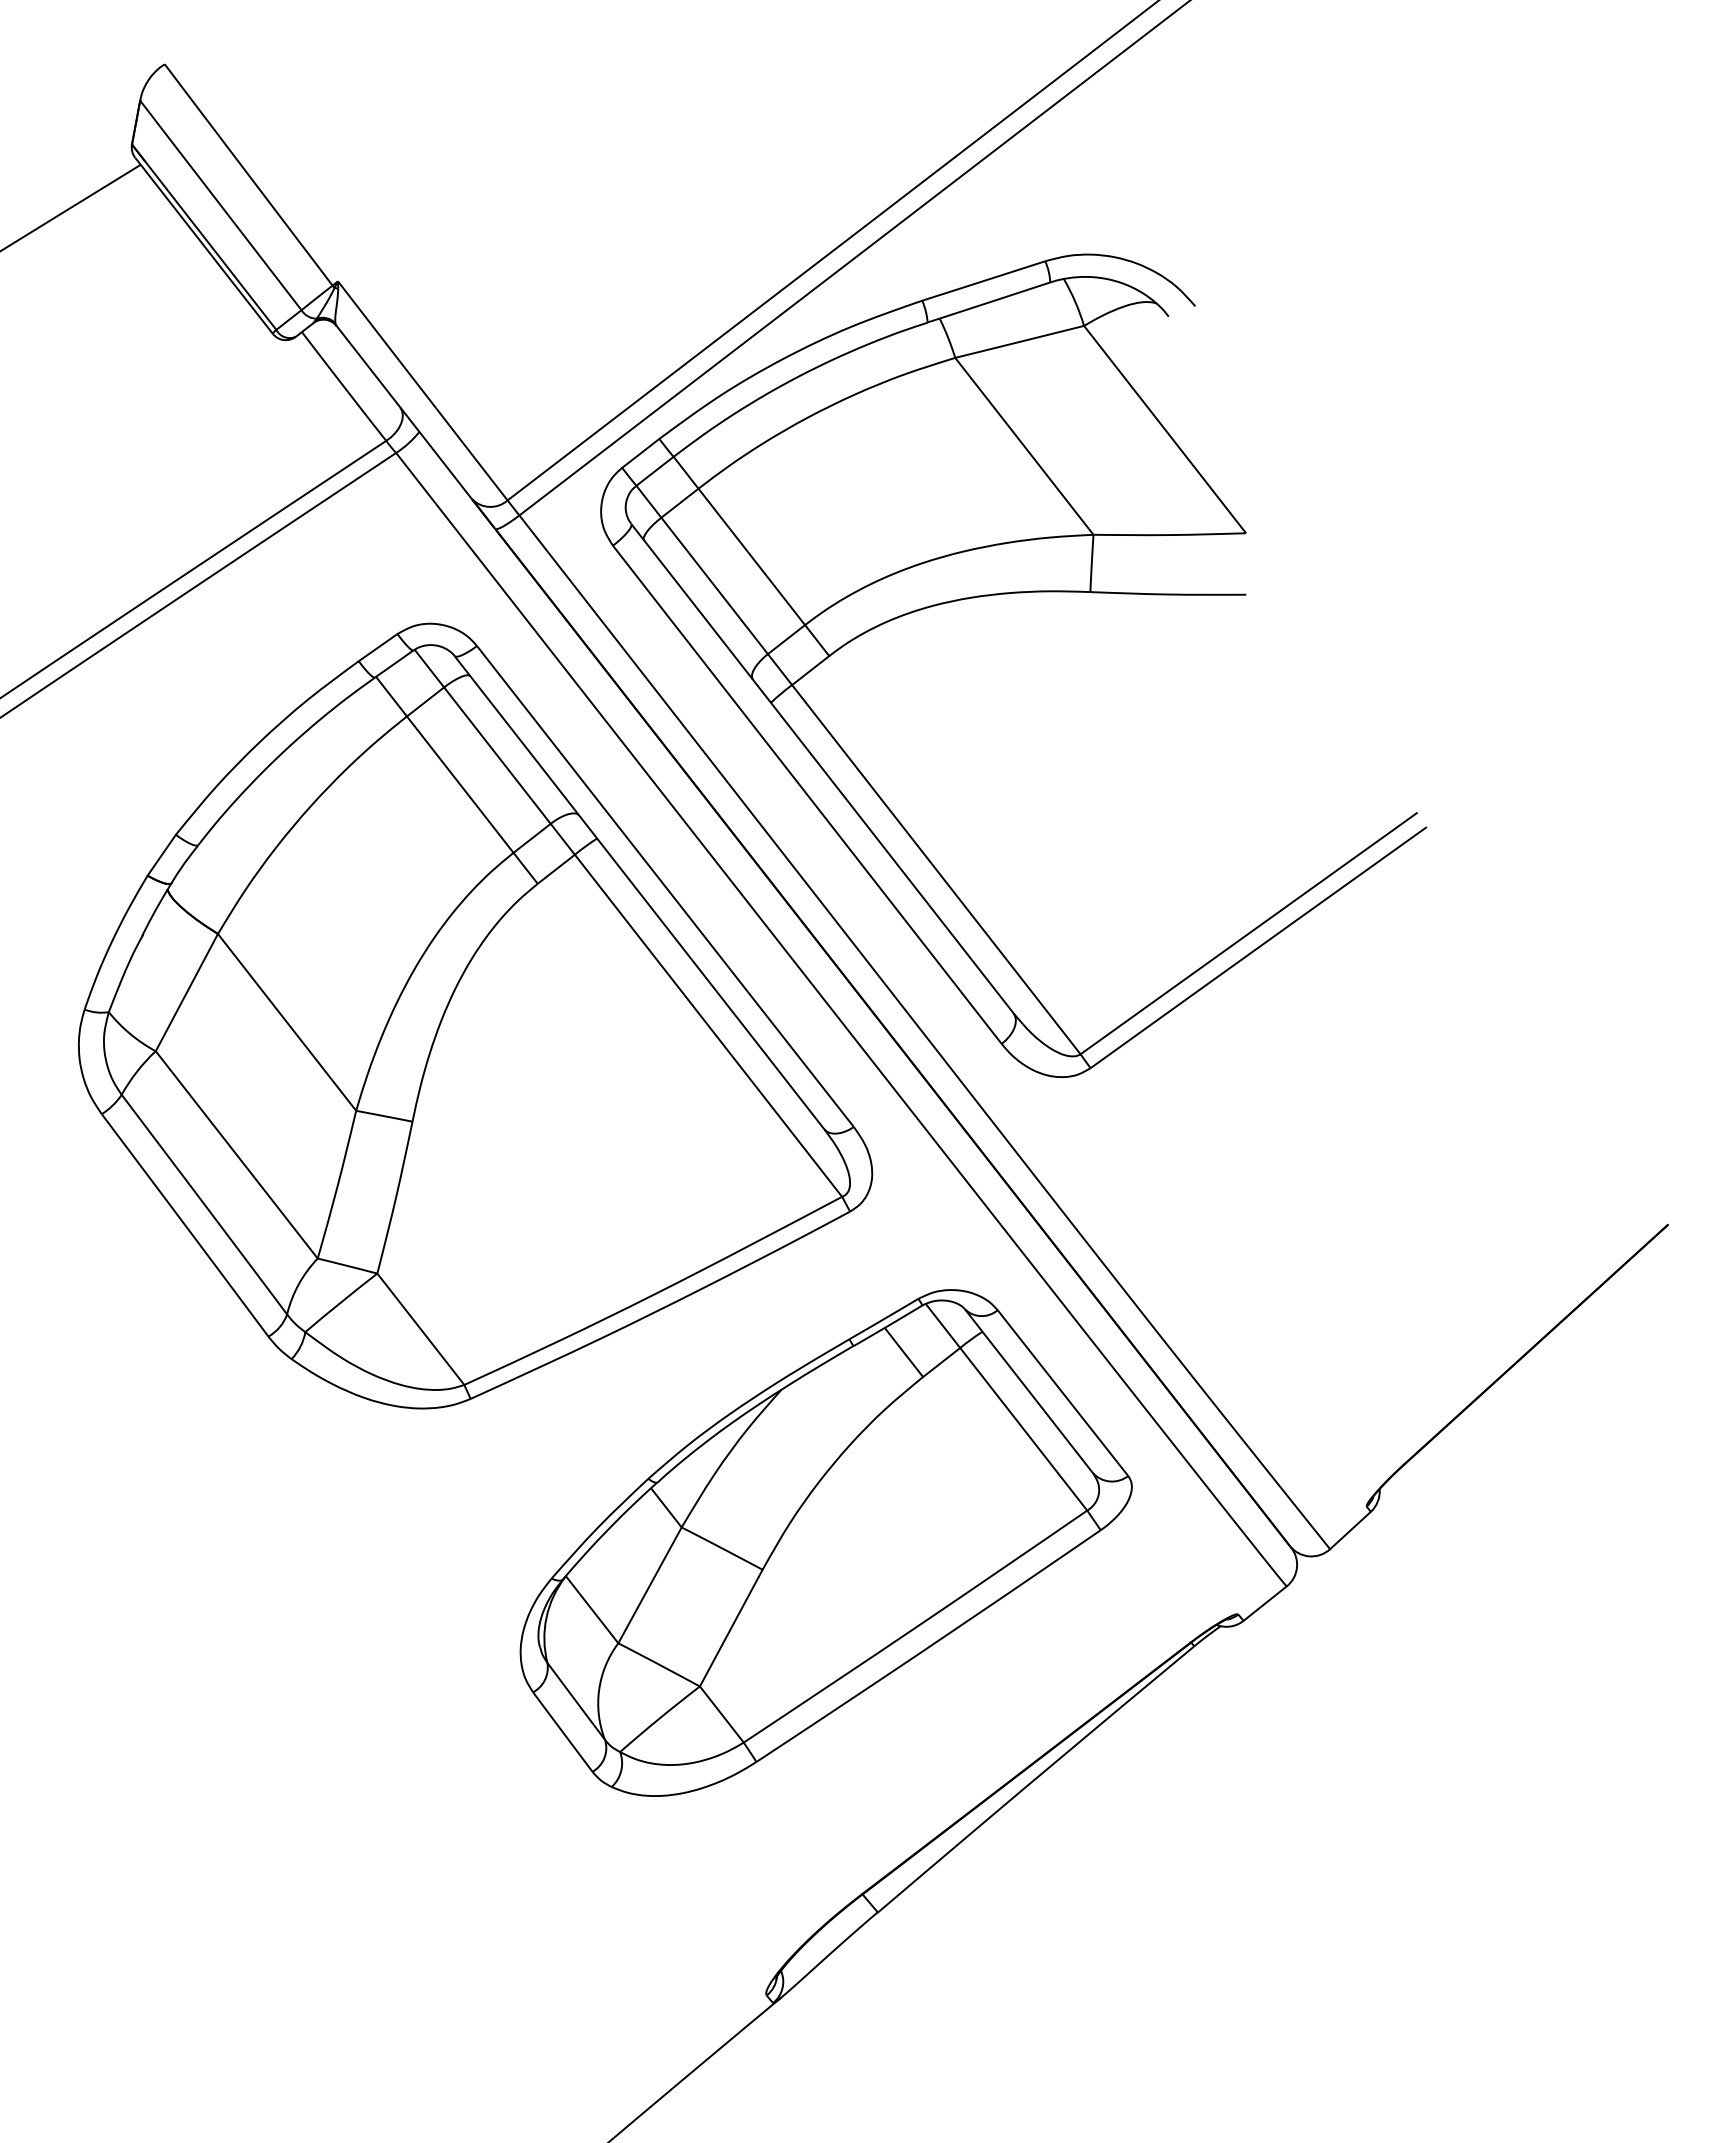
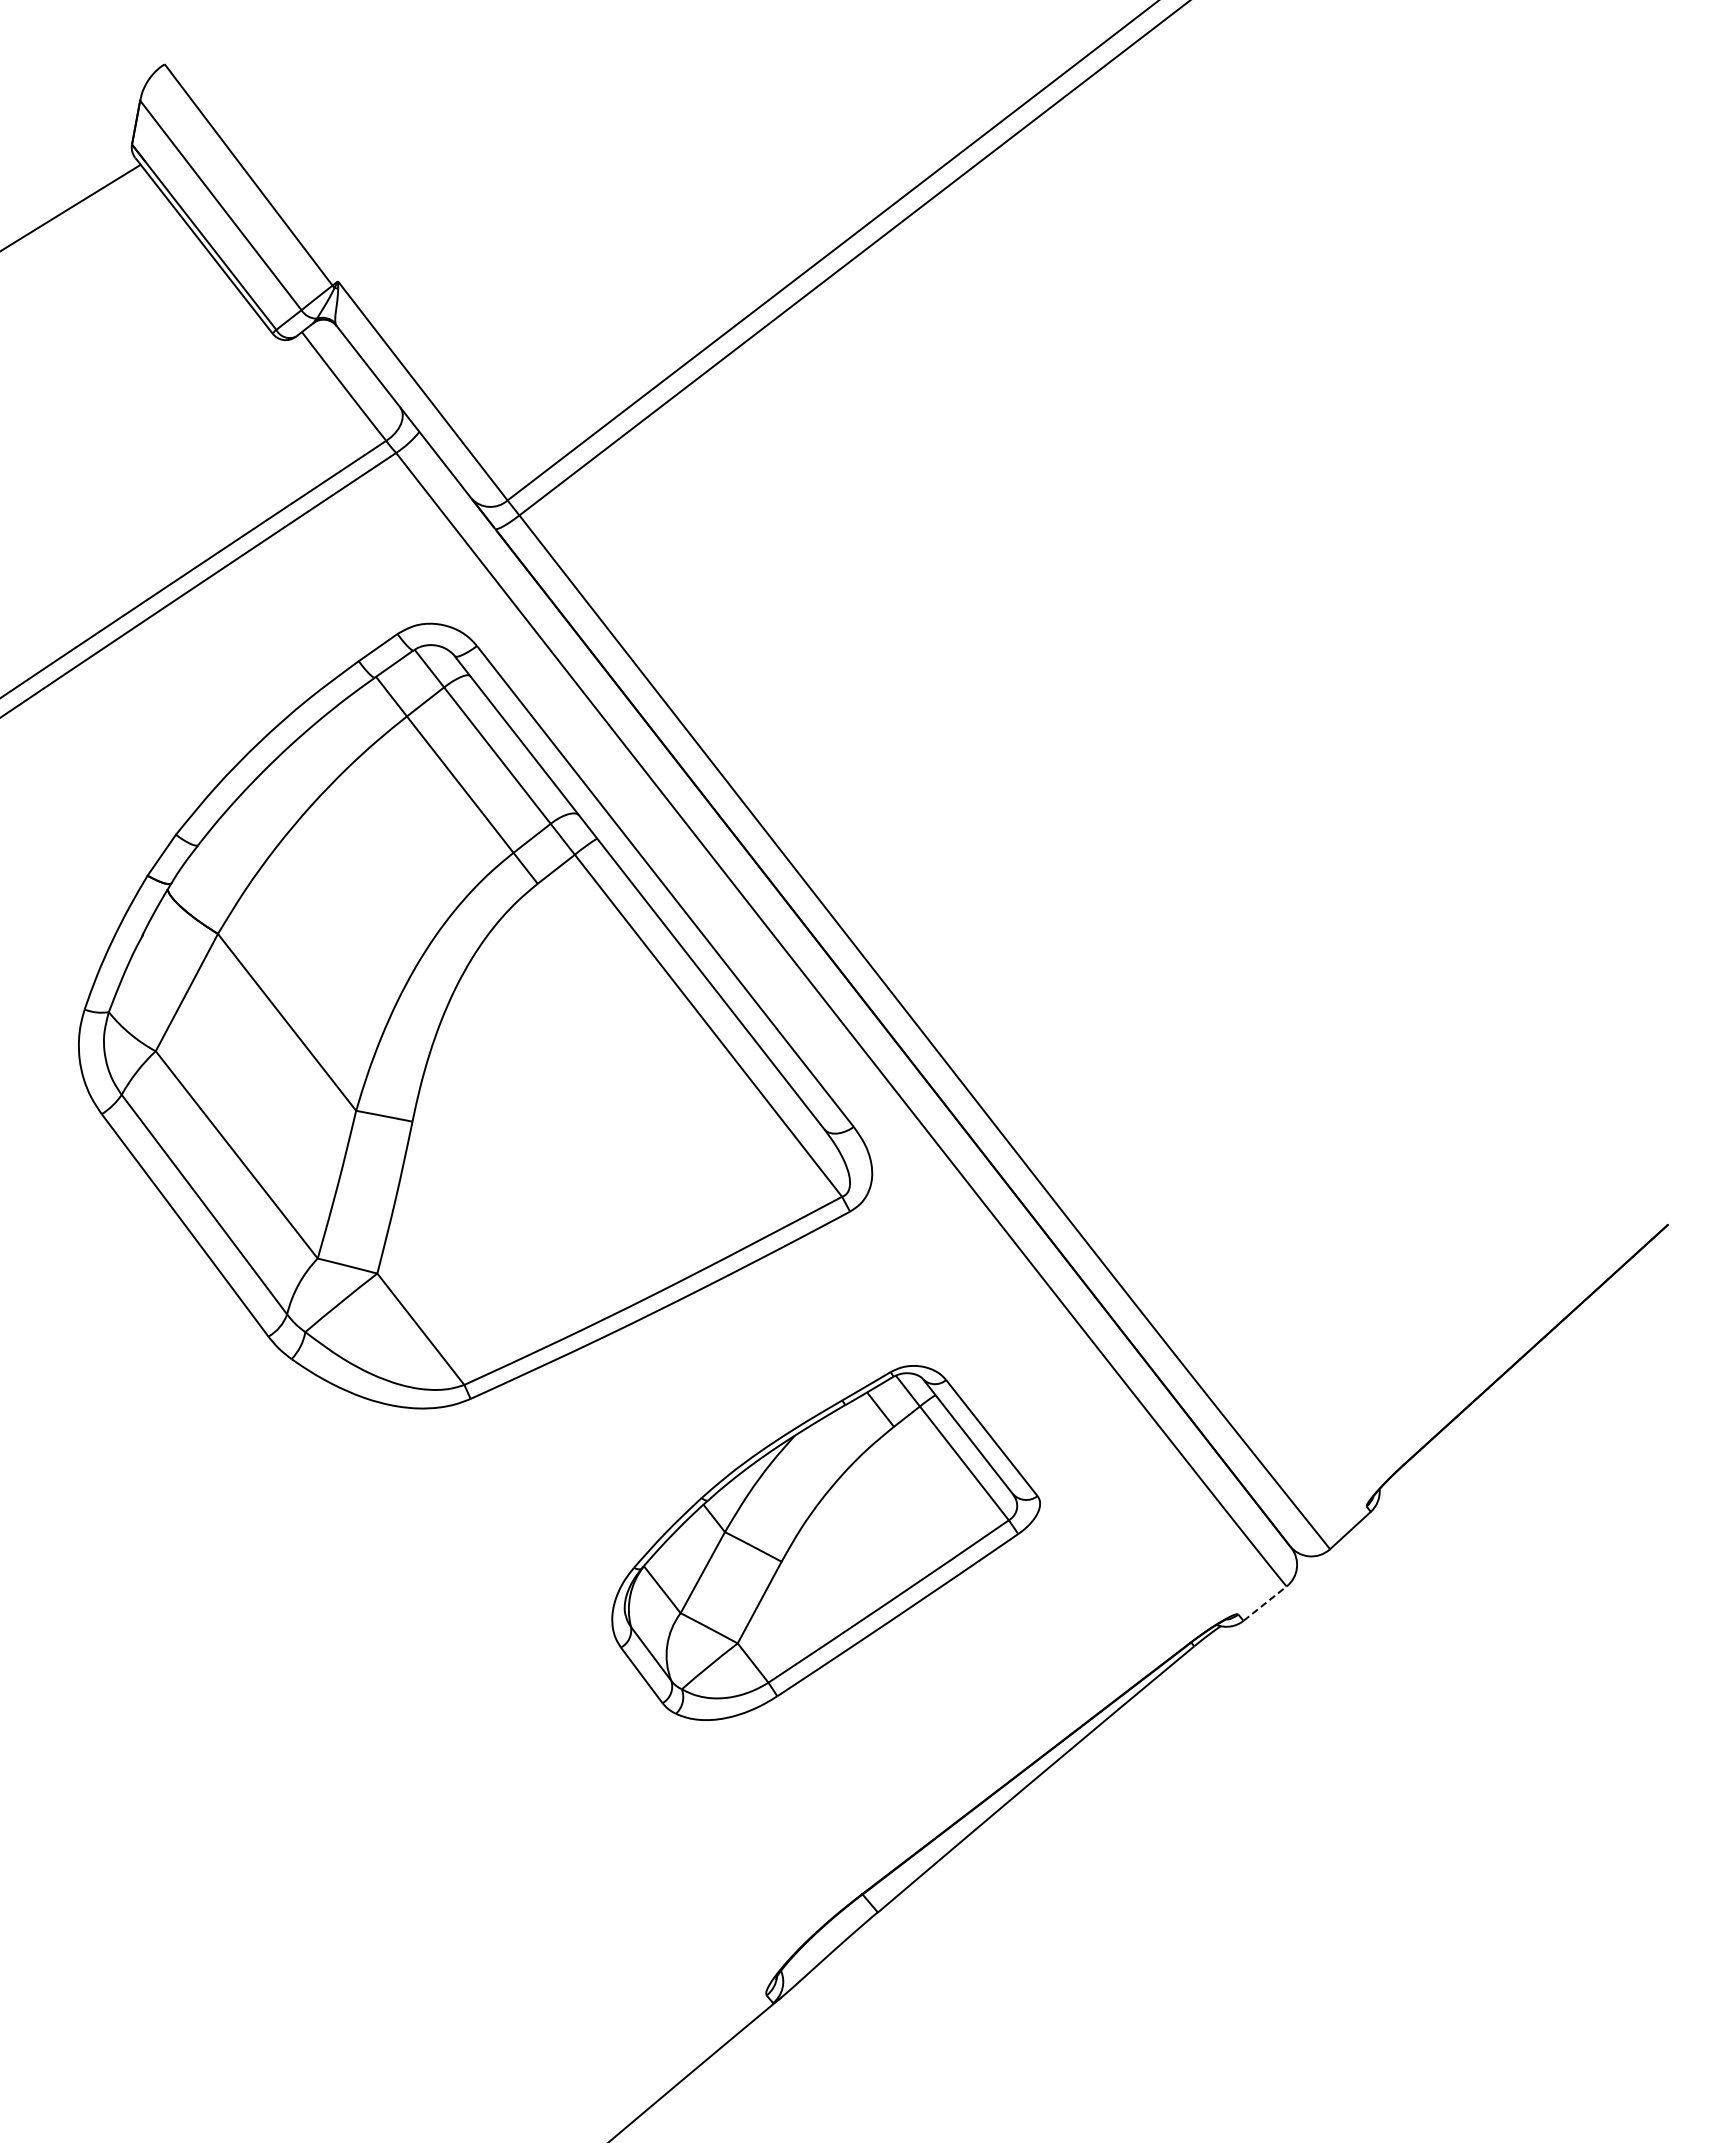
part at (1008, 594): present -> none
part at (825, 1542) size: 614x508 px -> 430x356 px
line at (1265, 1603): solid -> dashed
